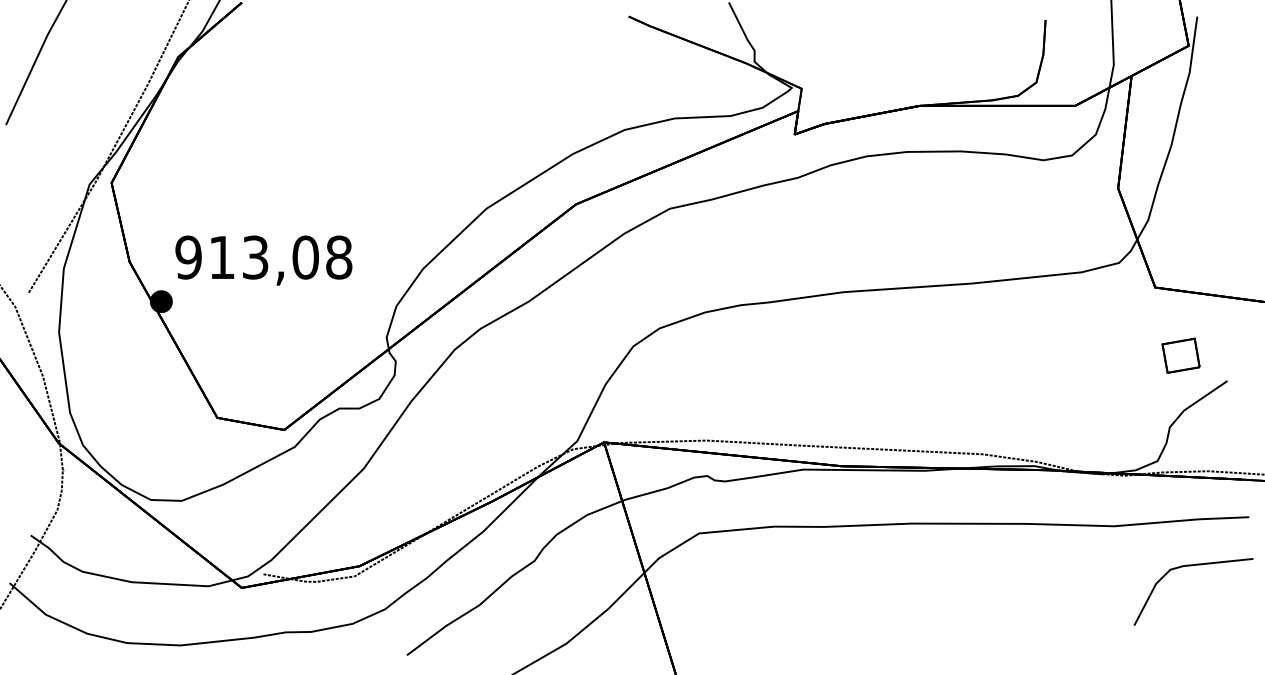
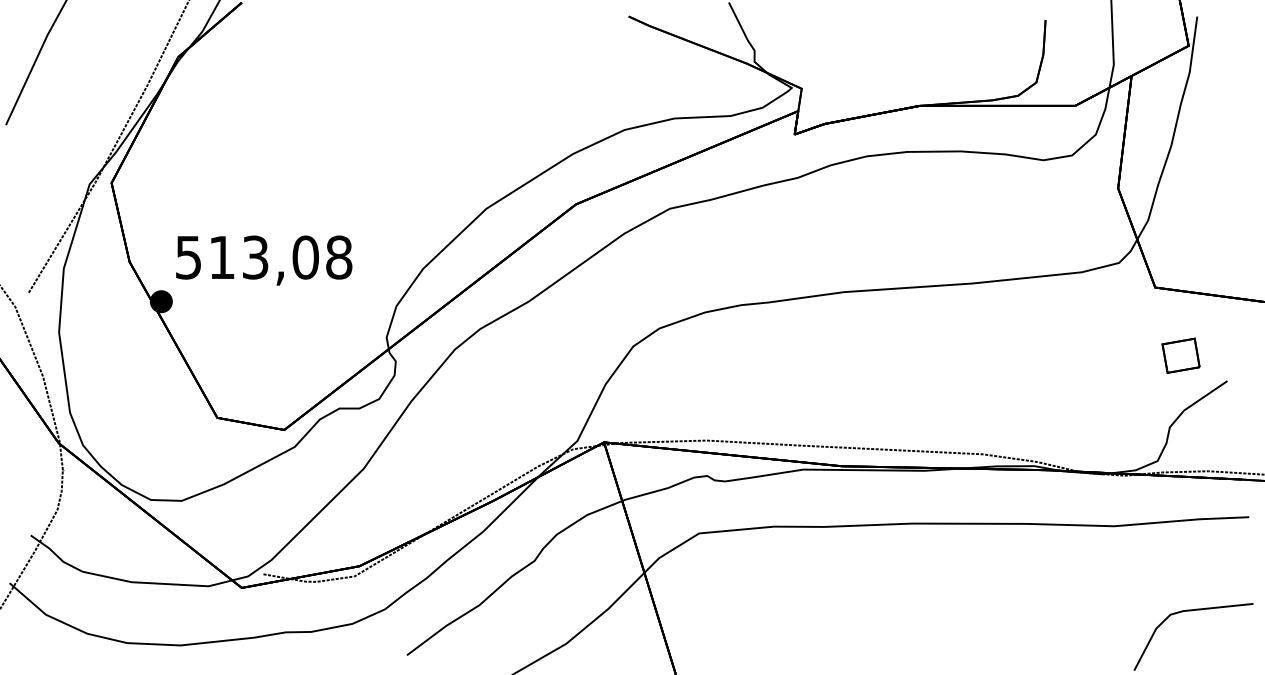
text at (188, 257): 913,08 -> 513,08
line at (1192, 566) position: (1192, 566) -> (1192, 611)
